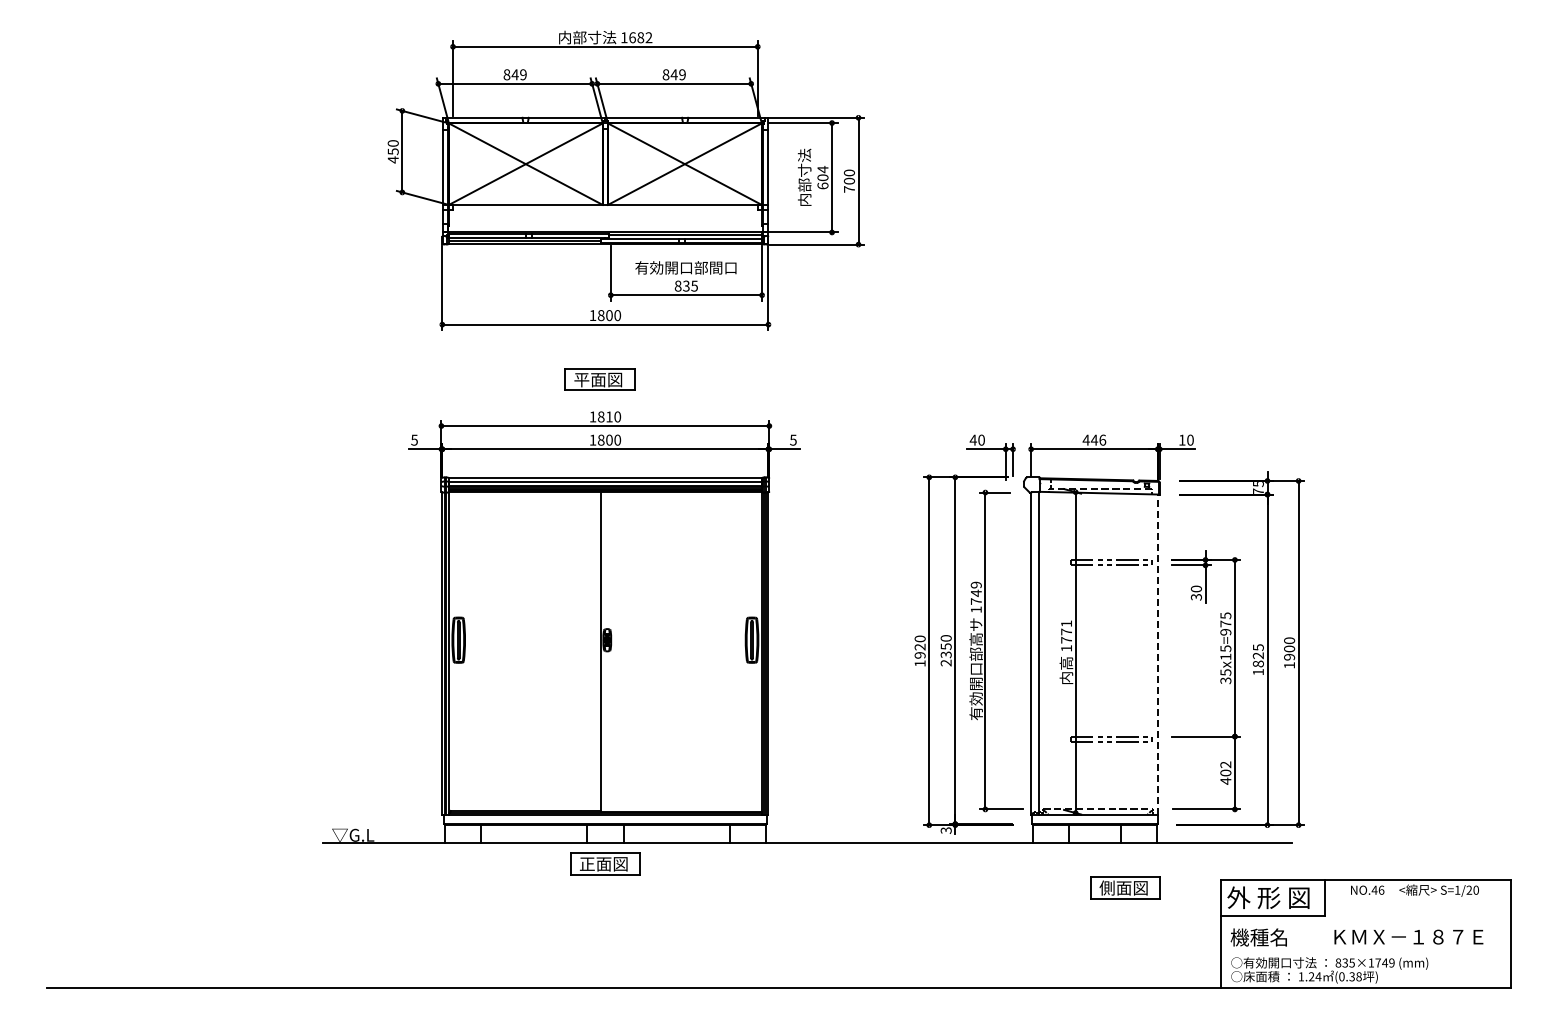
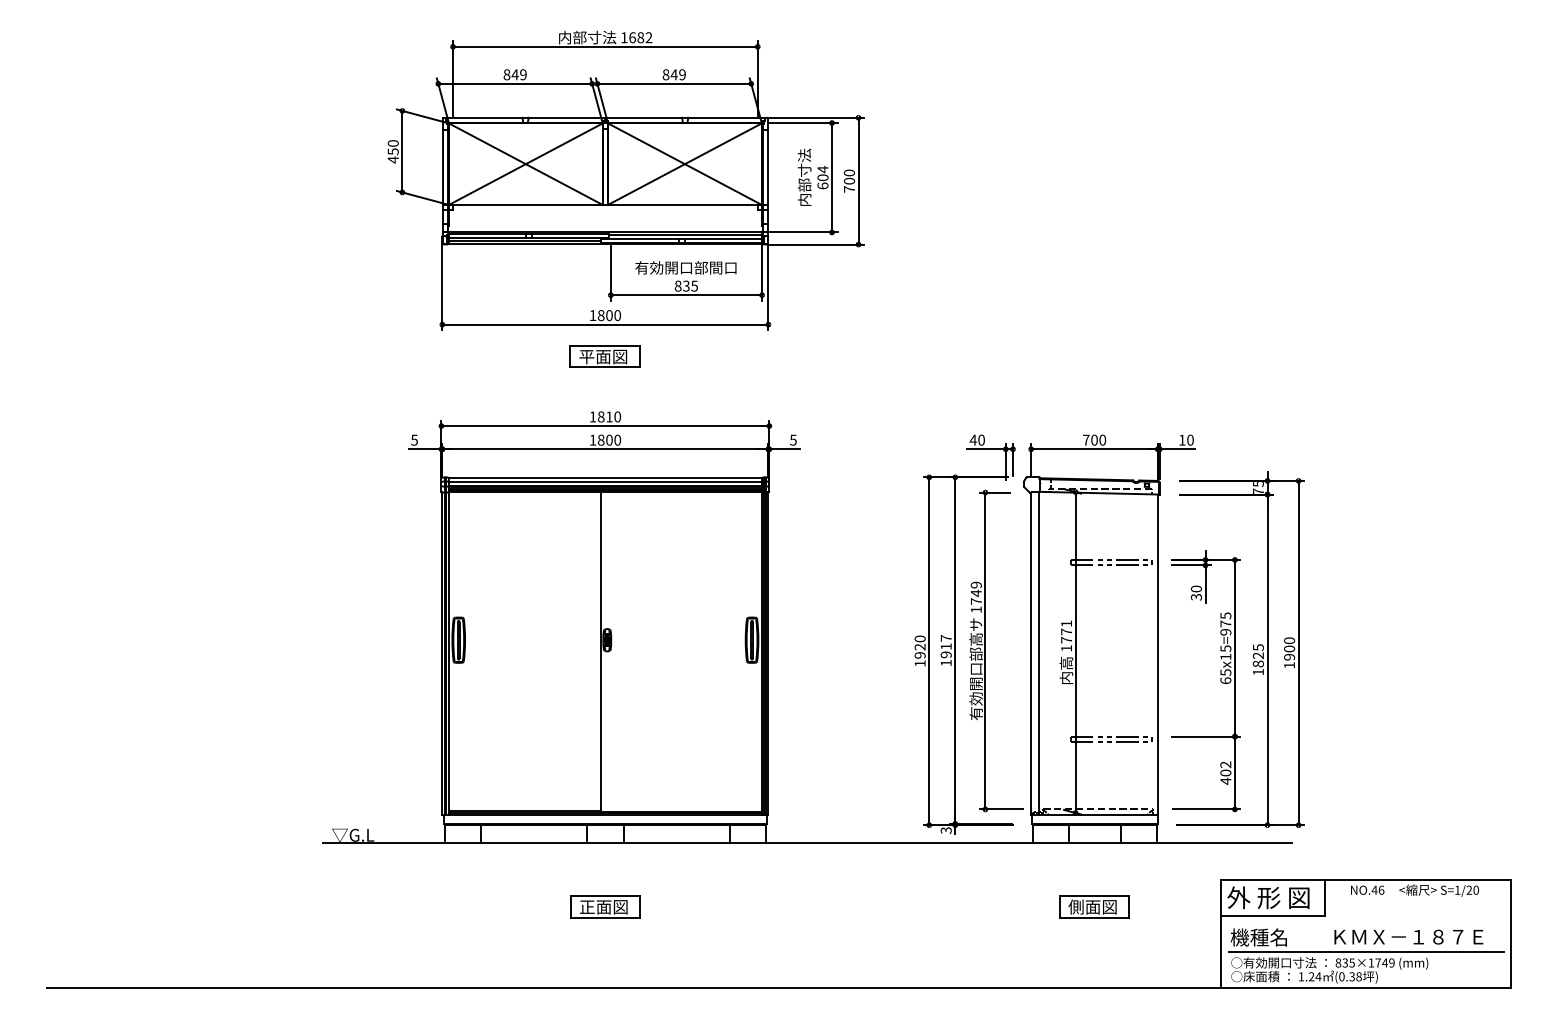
part at (599, 379) position: (599, 379) -> (604, 356)
text at (1094, 439): 446 -> 700
text at (945, 650): 2350 -> 1917
line at (1157, 654): dashed -> solid
text at (1225, 680): 35x15=975 -> 65x15=975
part at (605, 863) position: (605, 863) -> (605, 906)
part at (1125, 887) position: (1125, 887) -> (1094, 906)
line at (1366, 952): none -> present
